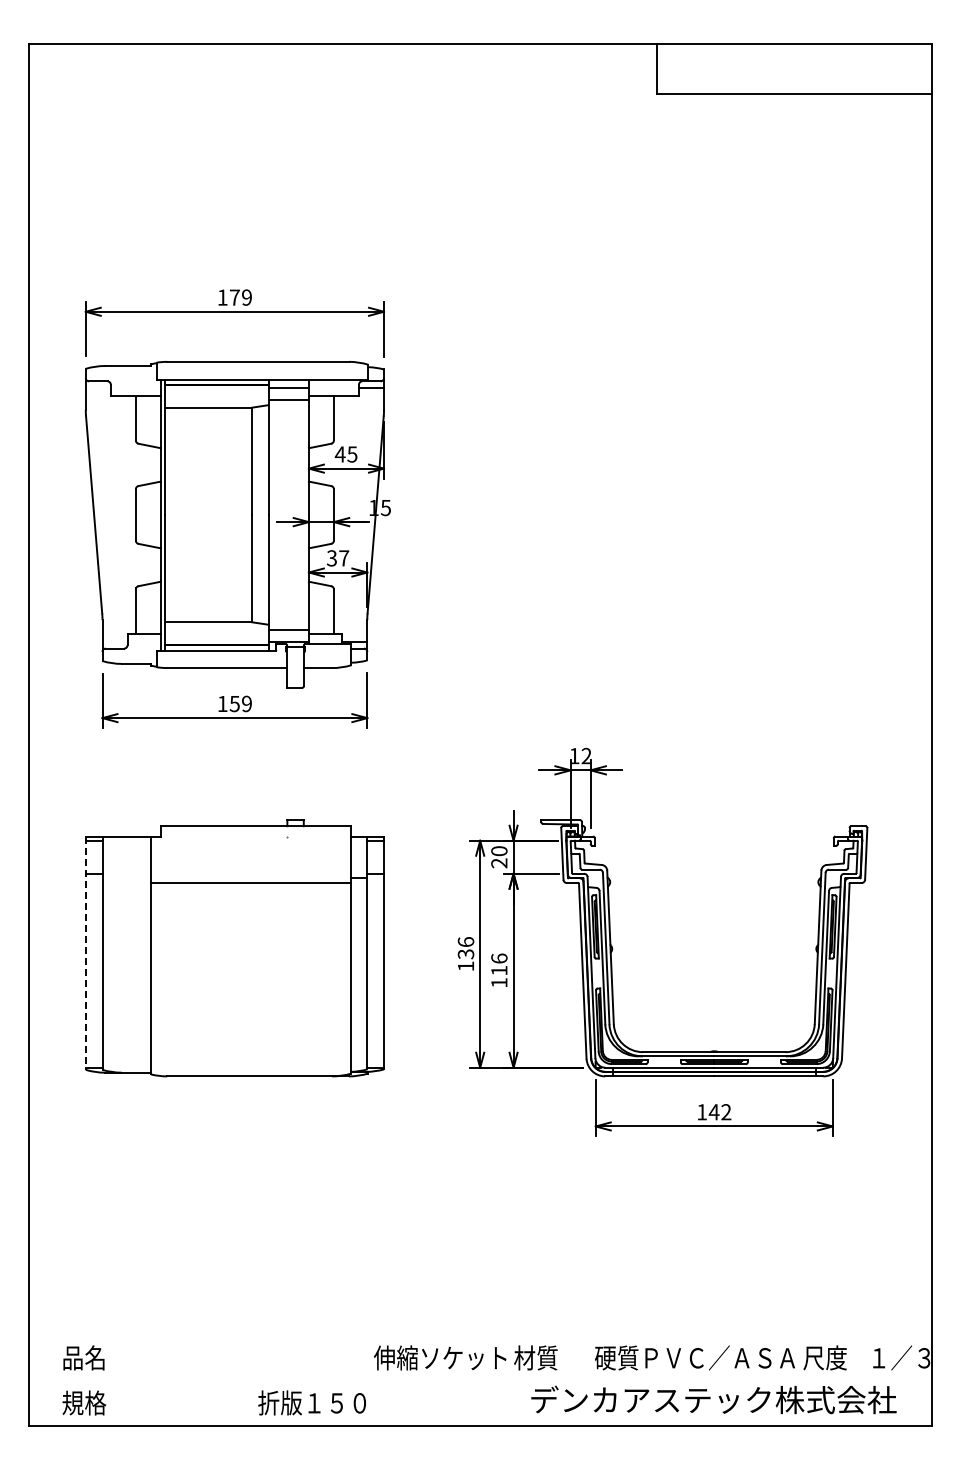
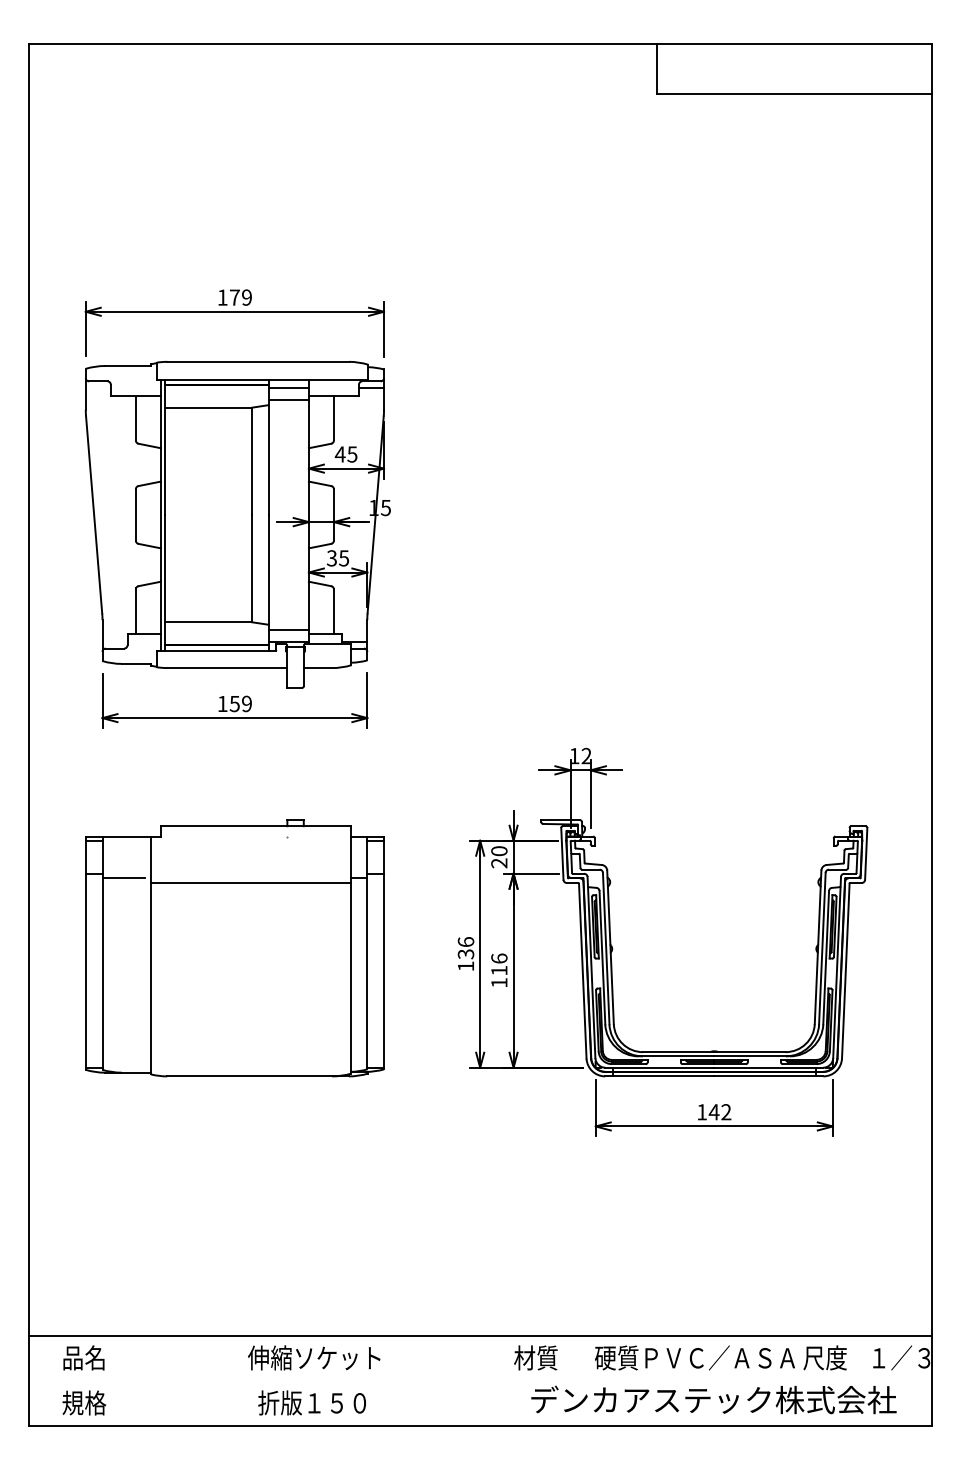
text at (344, 558): 37 -> 35
line at (123, 878): none -> present
line at (85, 953): dashed -> solid
line at (480, 1335): none -> present
text at (440, 1357) position: (440, 1357) -> (314, 1357)
